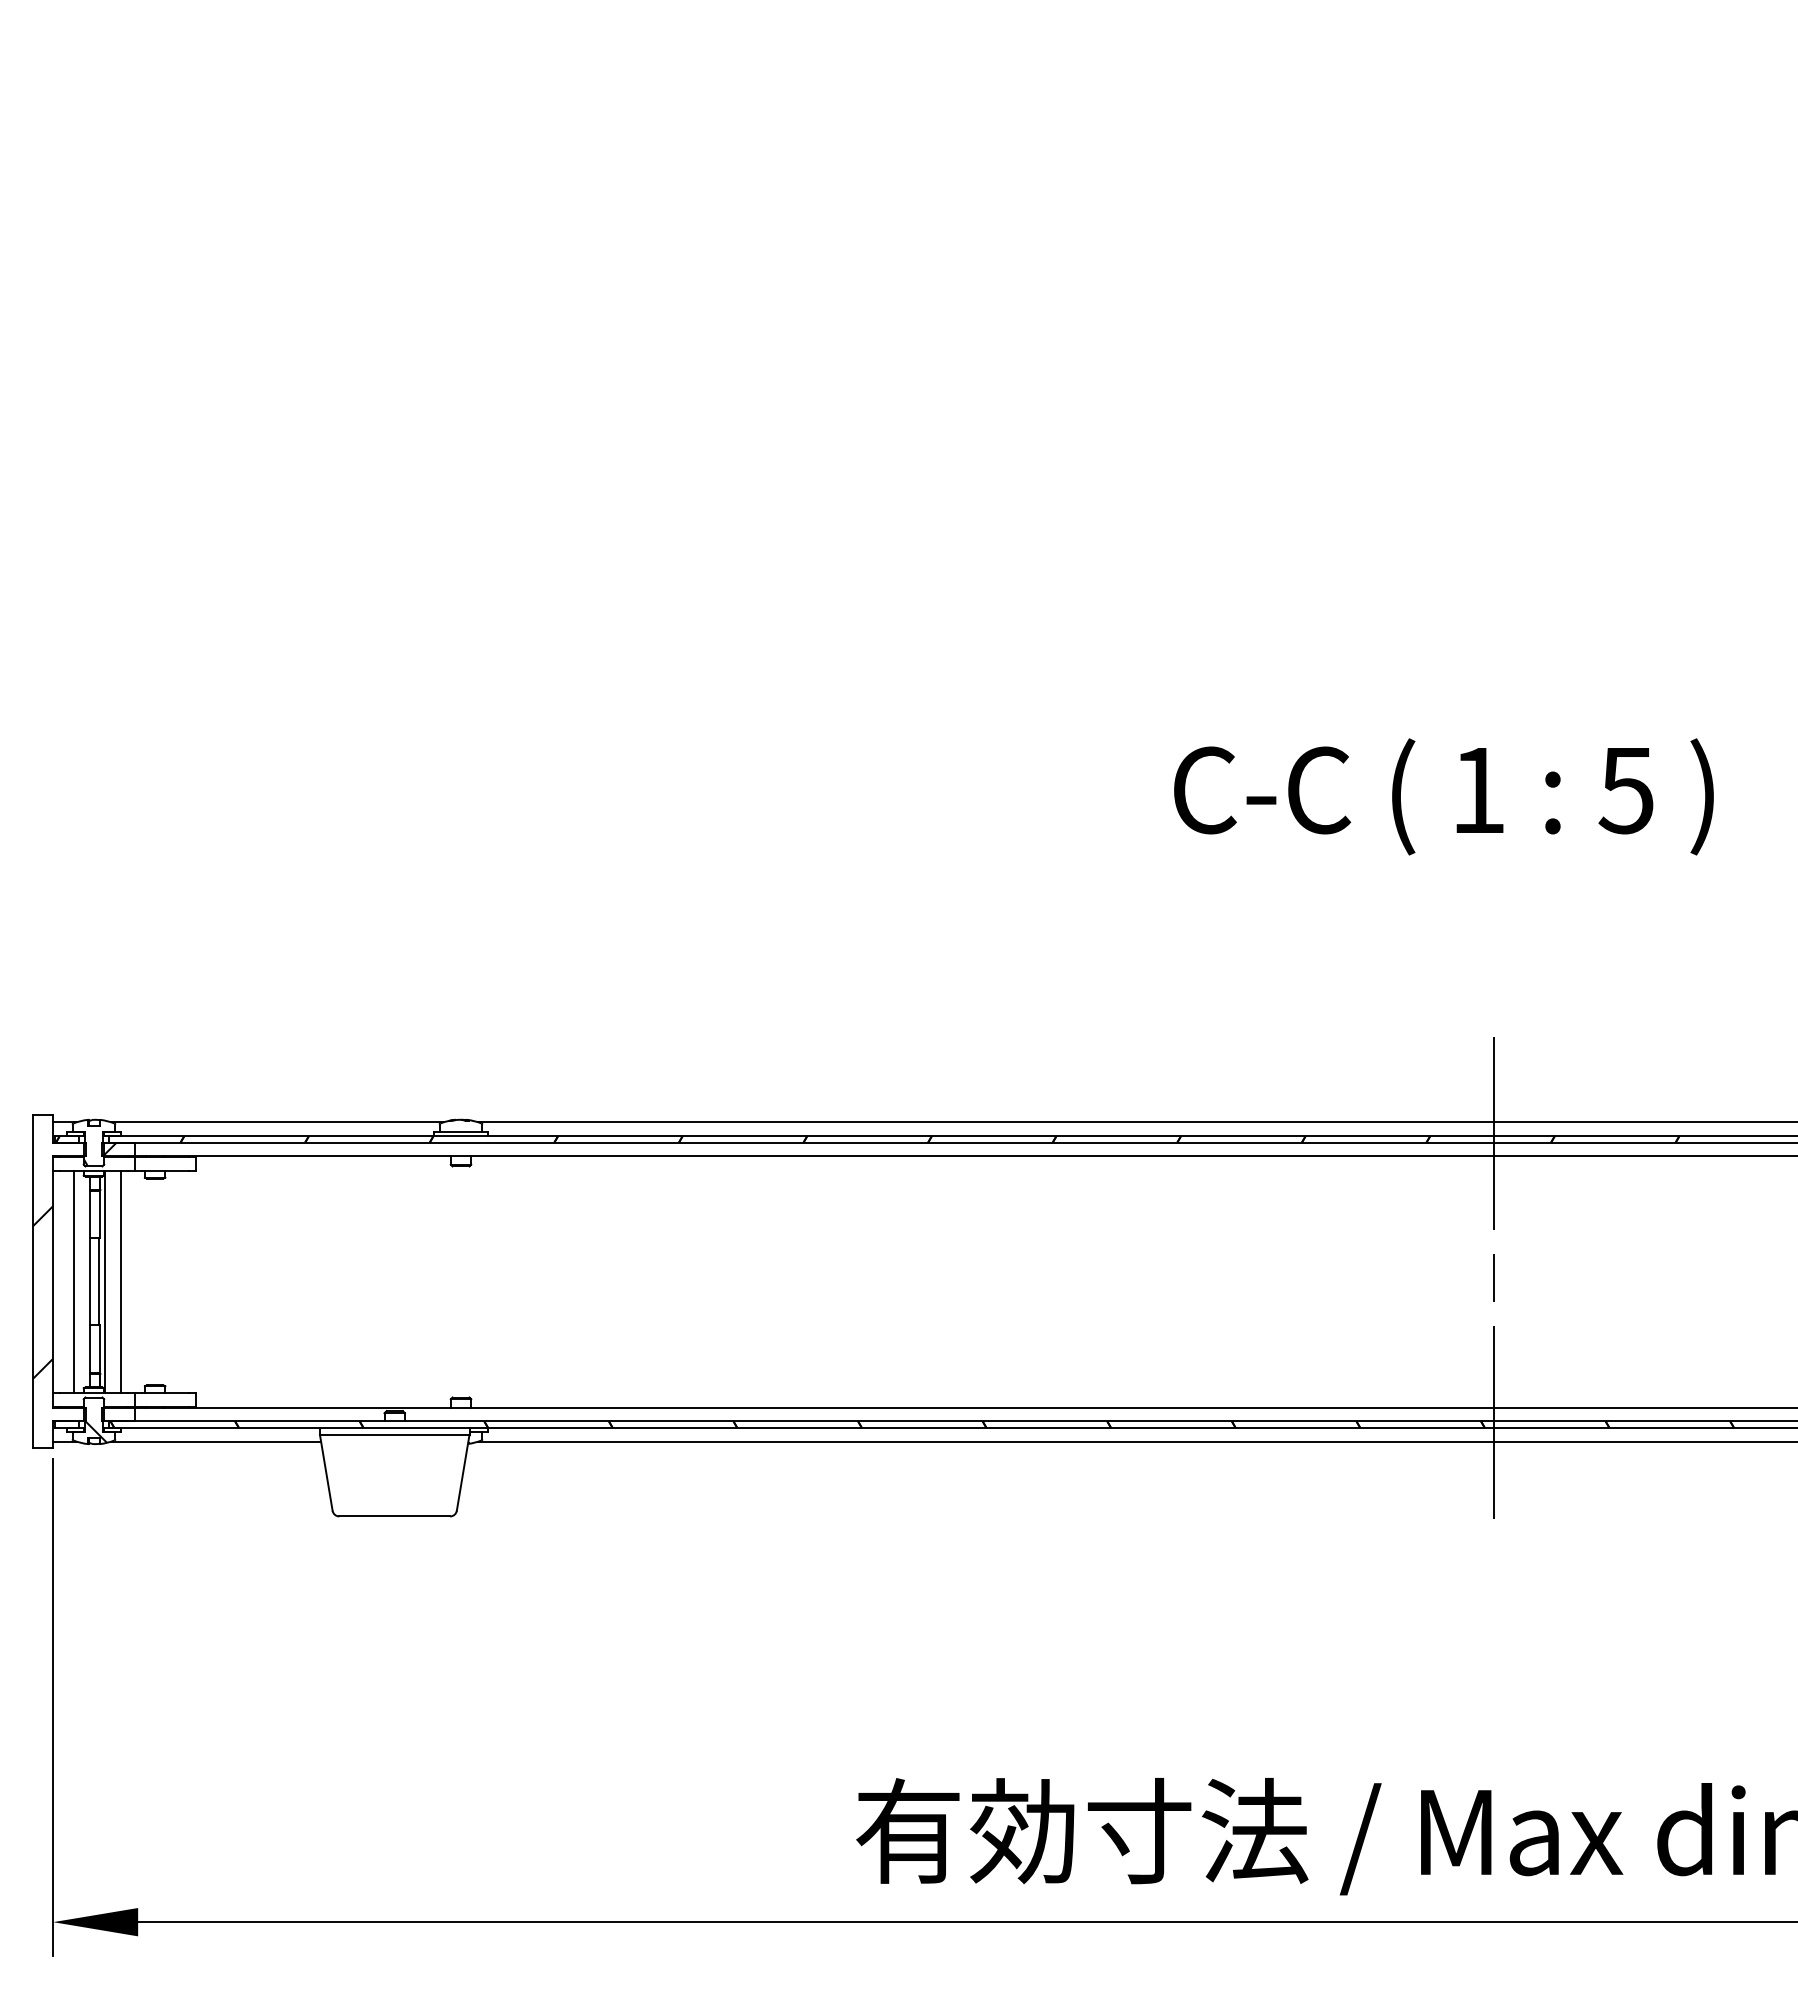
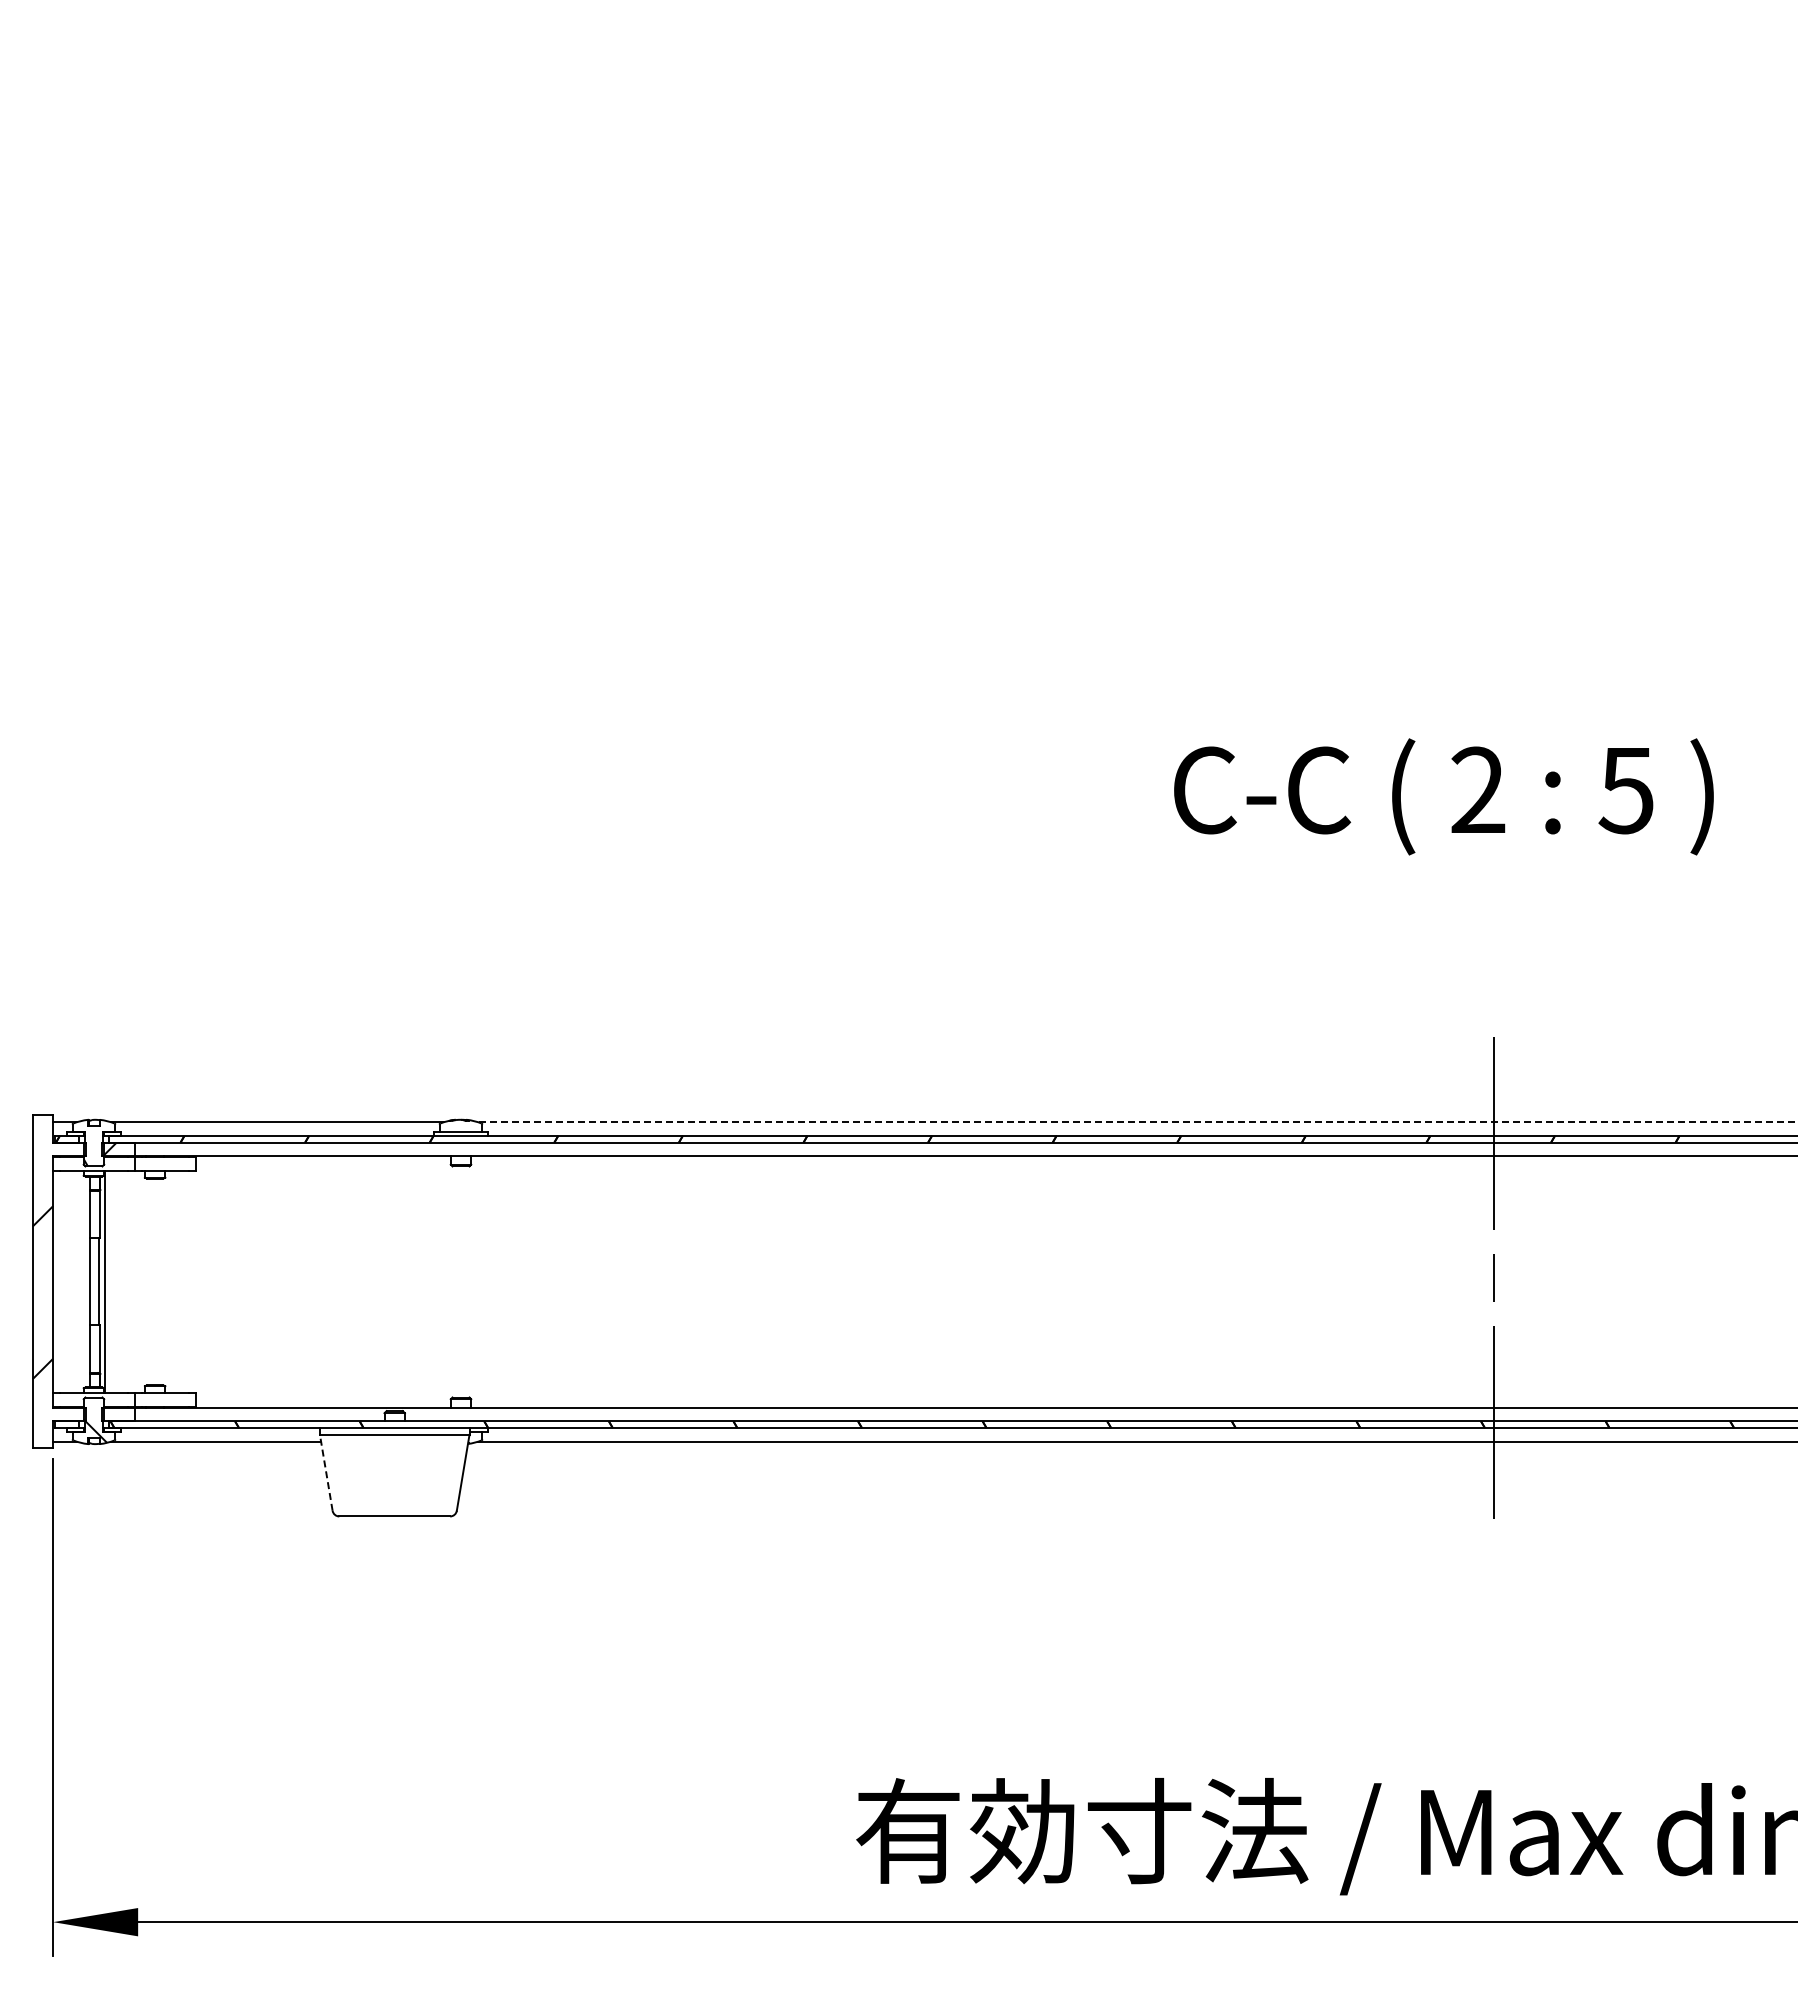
text at (1478, 789): 1 -> 2
line at (1137, 1122): solid -> dashed
line at (73, 1281): present -> none
line at (121, 1281): present -> none
line at (326, 1472): solid -> dashed
